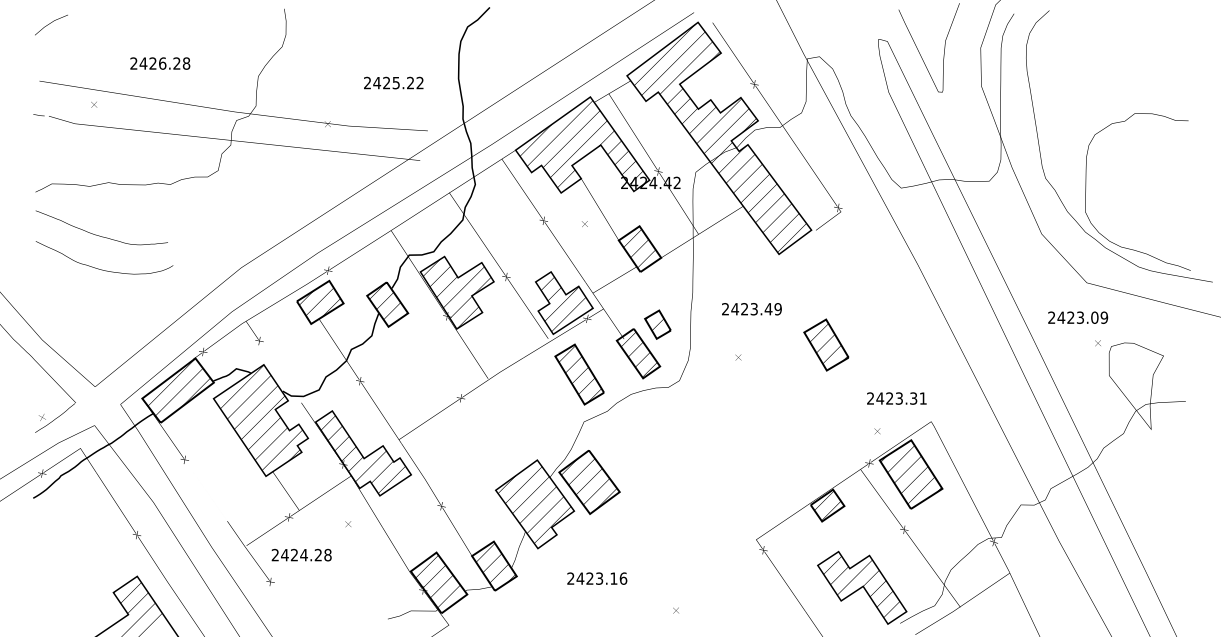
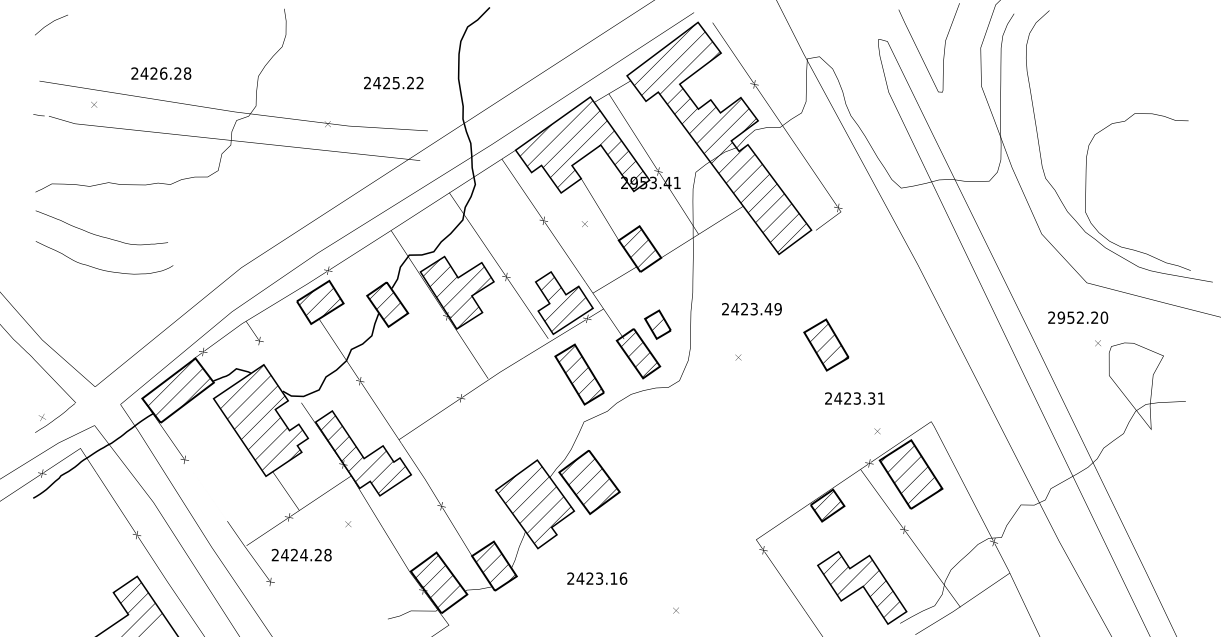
text at (160, 63) position: (160, 63) -> (161, 73)
text at (655, 182): 2424.42 -> 2953.41
text at (1082, 317): 2423.09 -> 2952.20
text at (896, 398) position: (896, 398) -> (854, 398)
